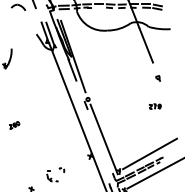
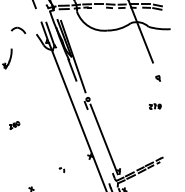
part at (18, 6) position: (18, 6) -> (18, 29)
line at (150, 153): present -> none
line at (154, 173): present -> none
part at (52, 176): present -> none
